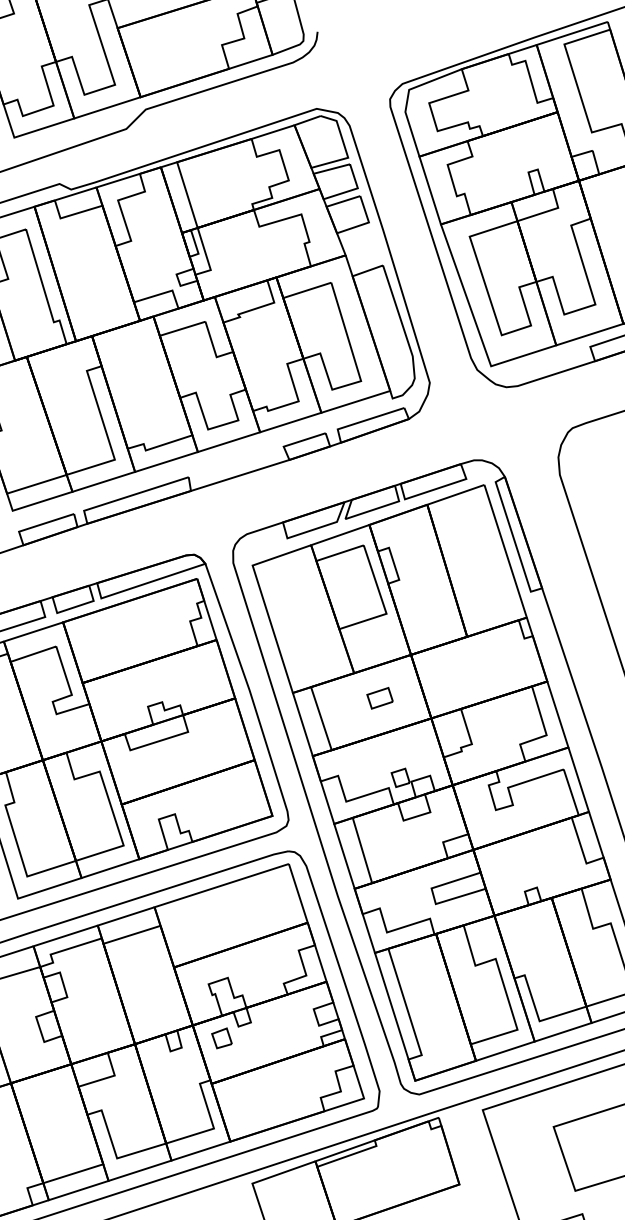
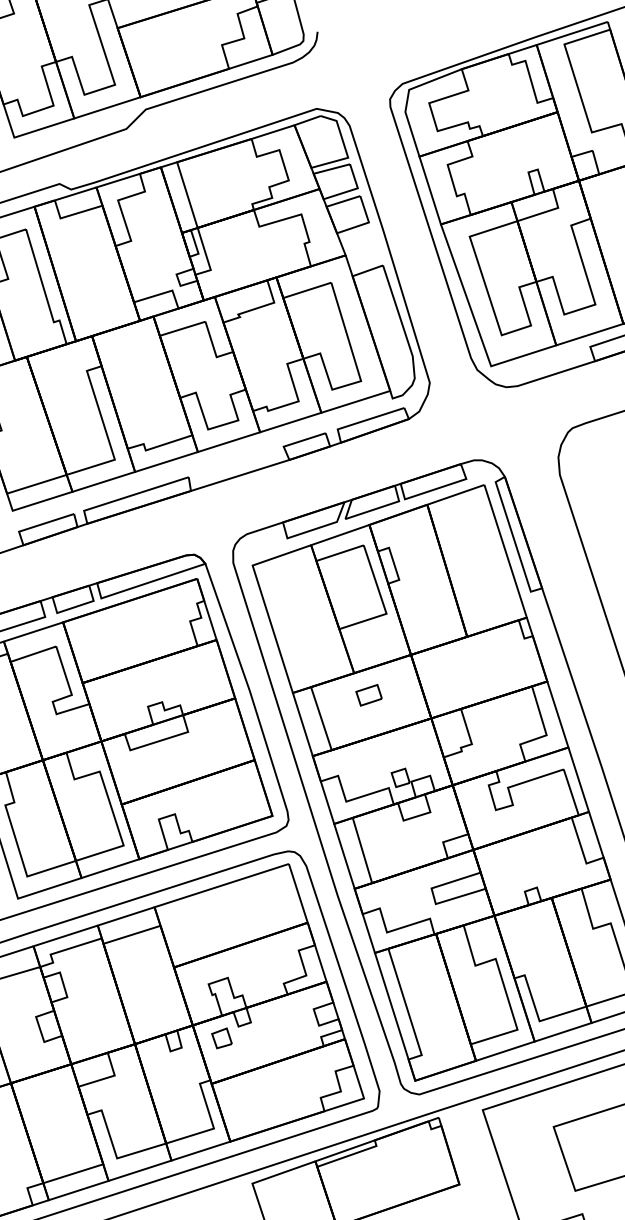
part at (379, 698) position: (379, 698) -> (368, 695)
